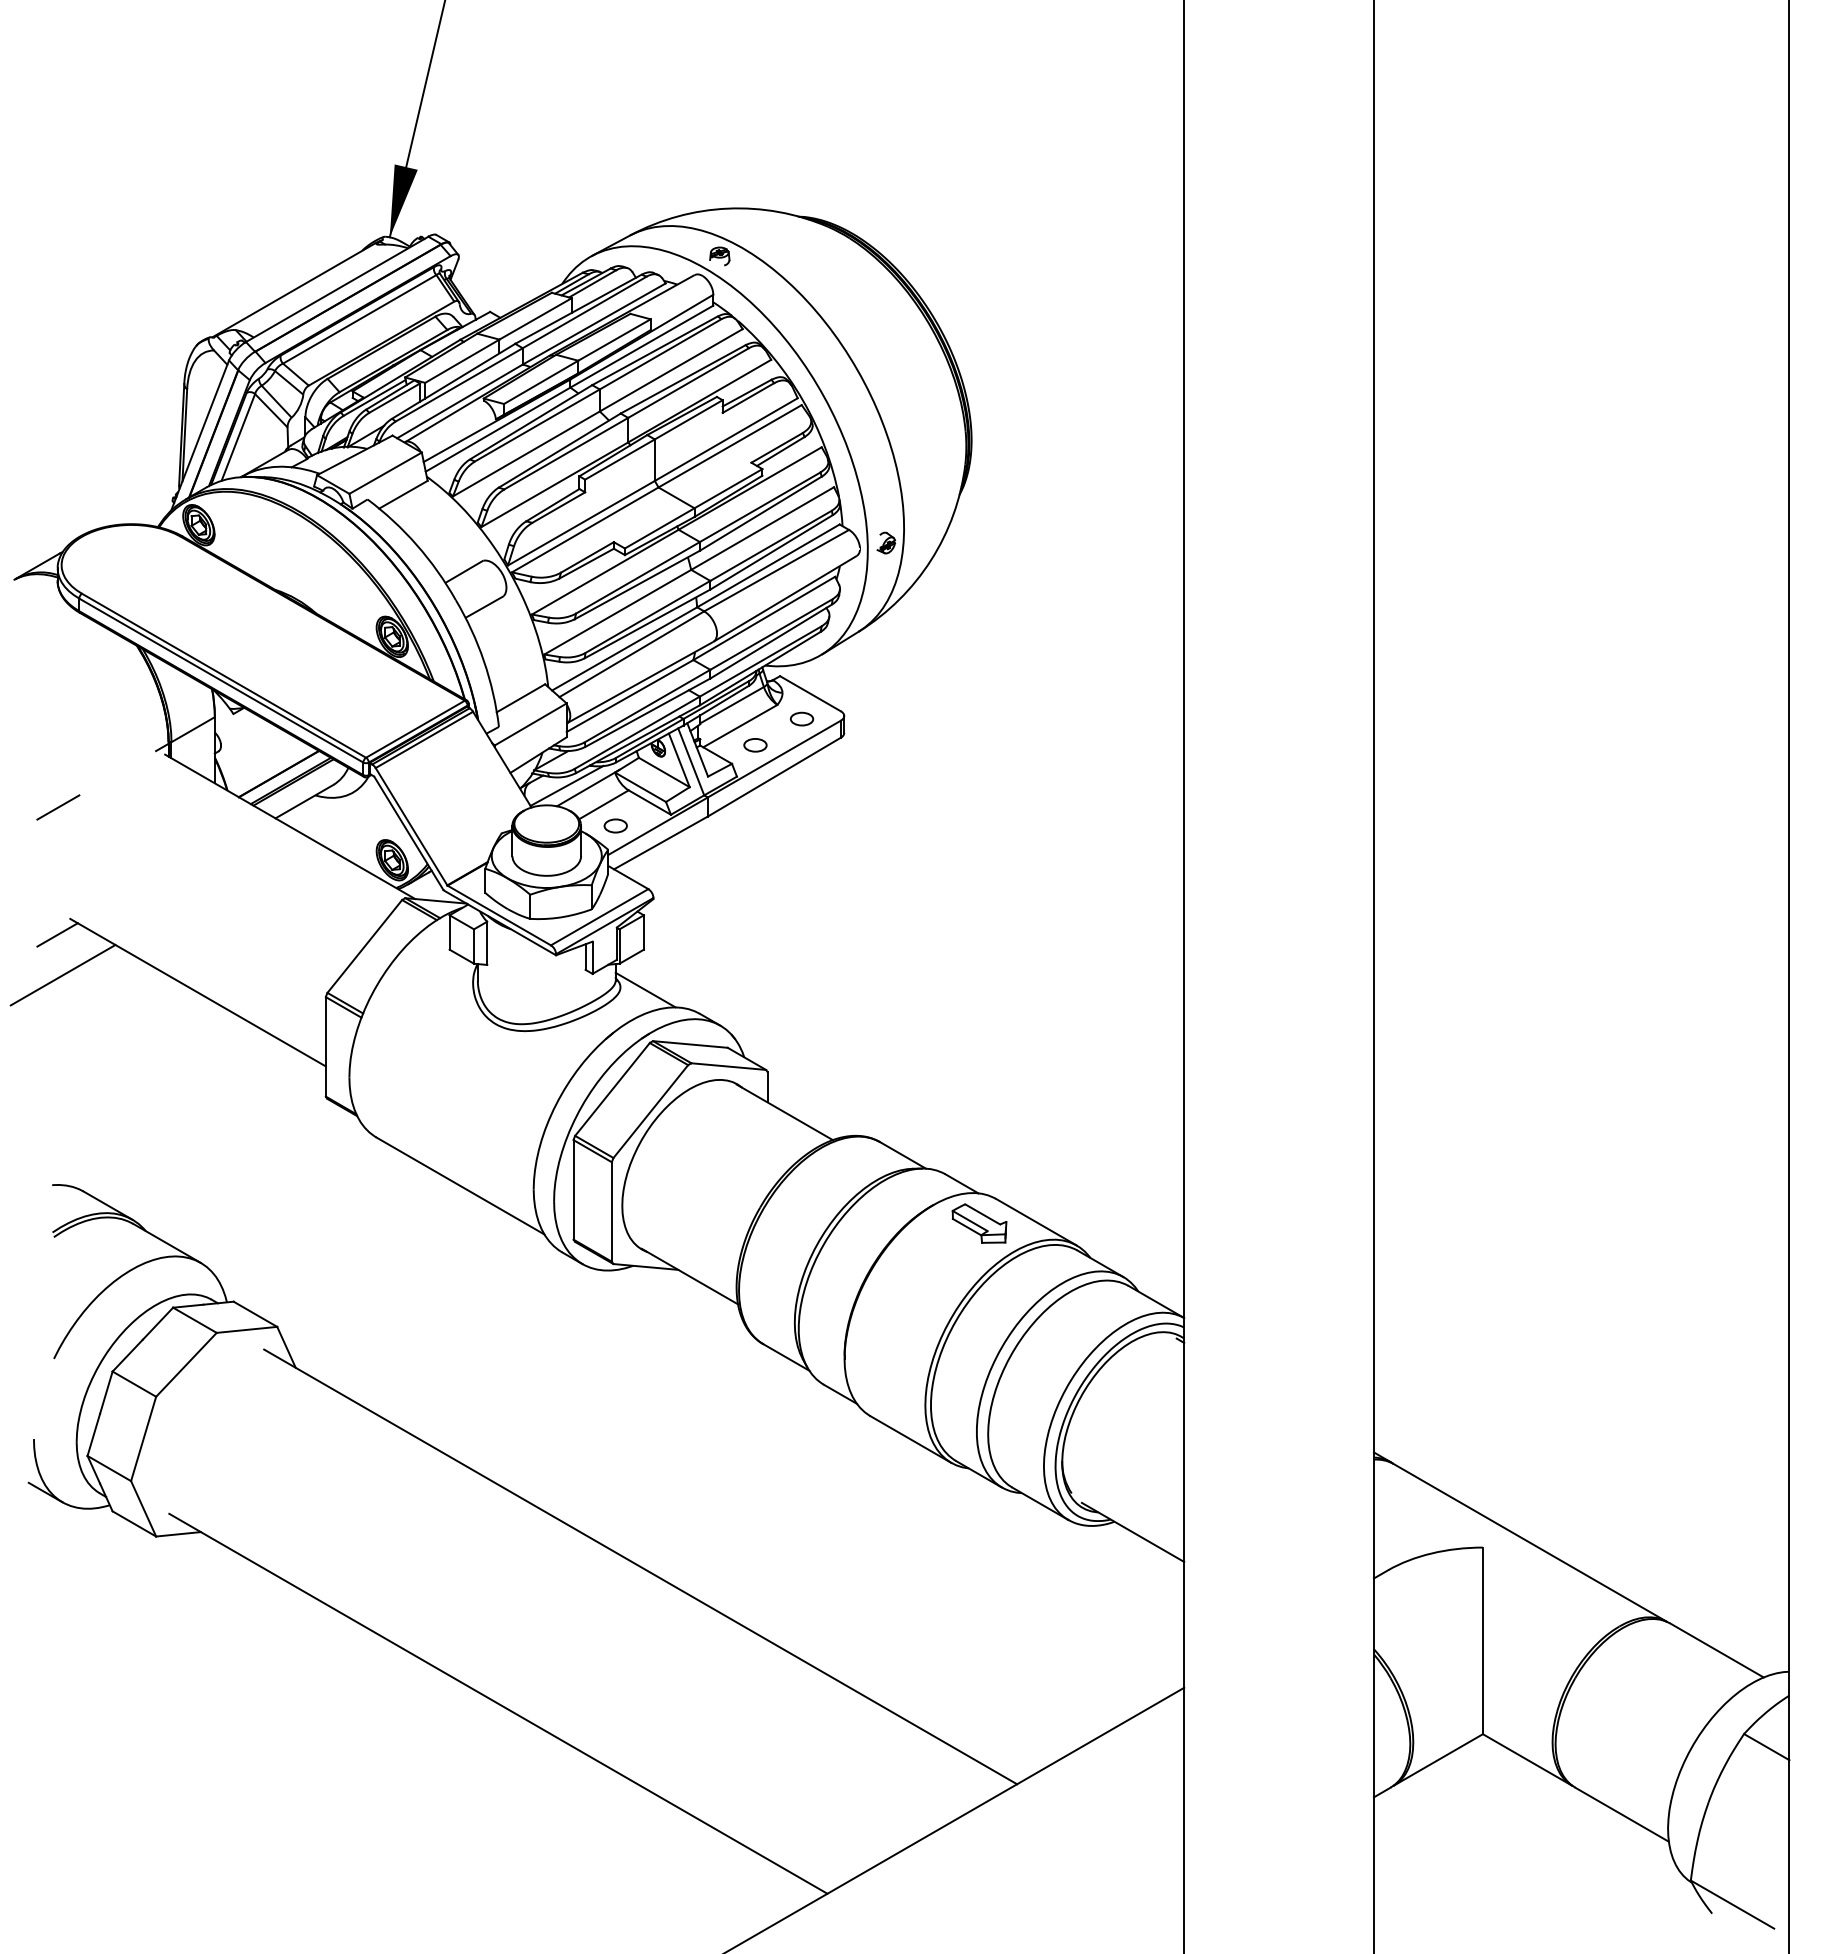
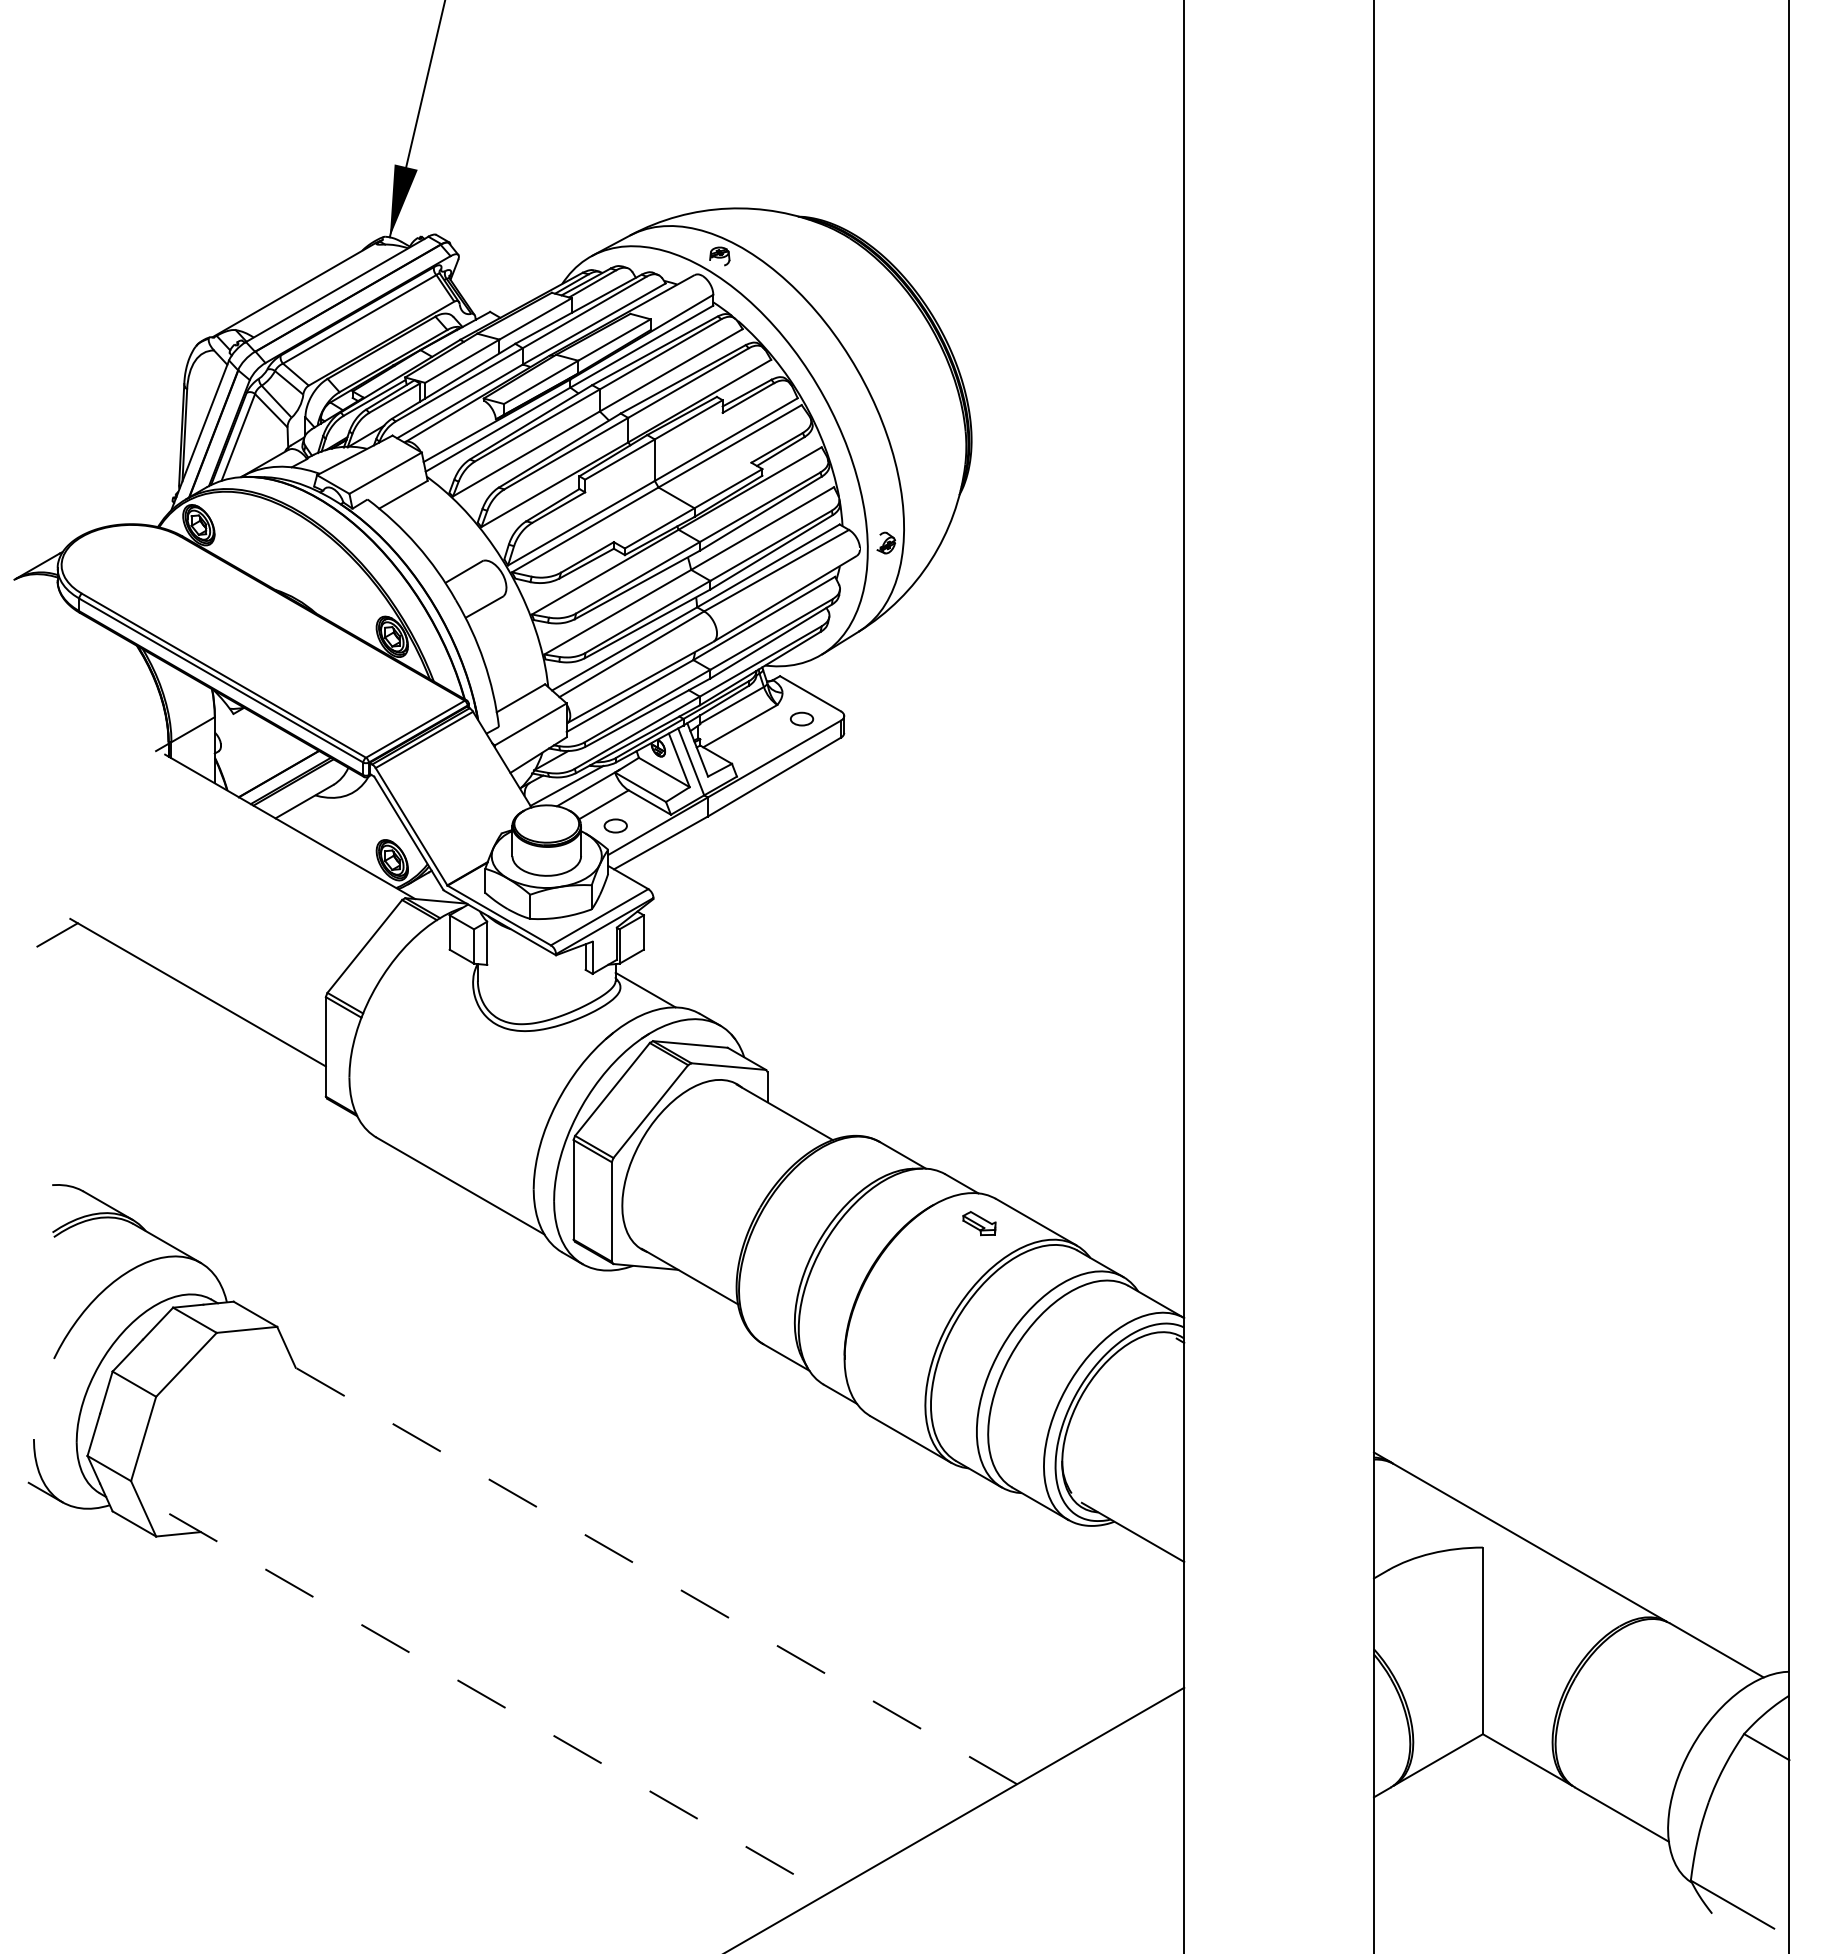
part at (755, 745): present -> none
line at (58, 807): present -> none
line at (62, 974): present -> none
part at (979, 1223) size: 57x41 px -> 35x26 px
line at (640, 1566): solid -> dashed
line at (498, 1703): solid -> dashed
